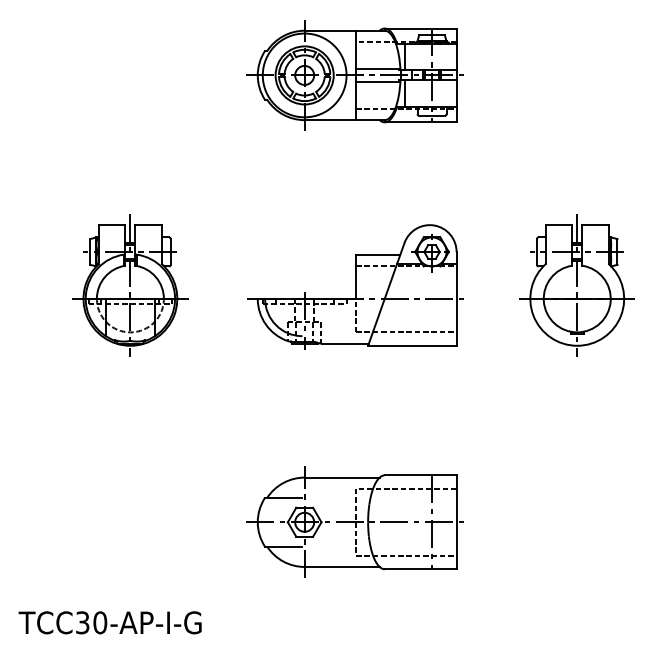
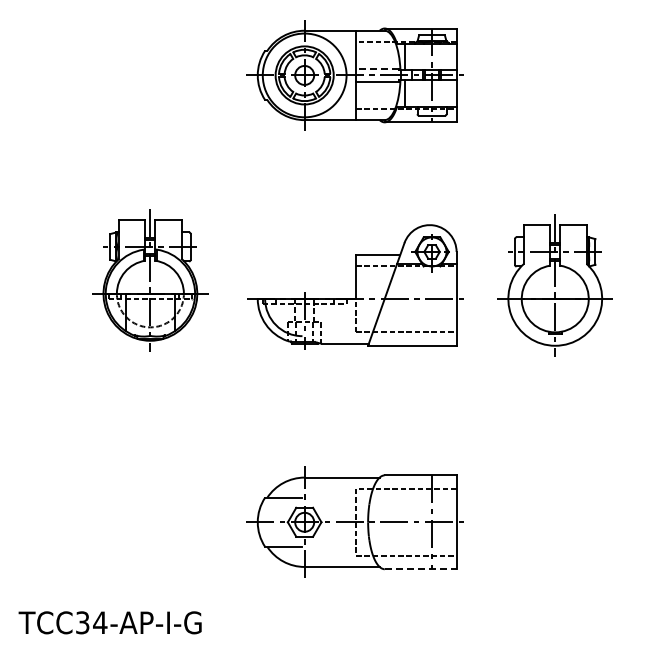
line at (377, 68): solid -> dashed
part at (130, 285) position: (130, 285) -> (150, 280)
part at (576, 285) position: (576, 285) -> (554, 285)
line at (420, 569): solid -> dashed
text at (100, 622): TCC30-AP-I-G -> TCC34-AP-I-G
